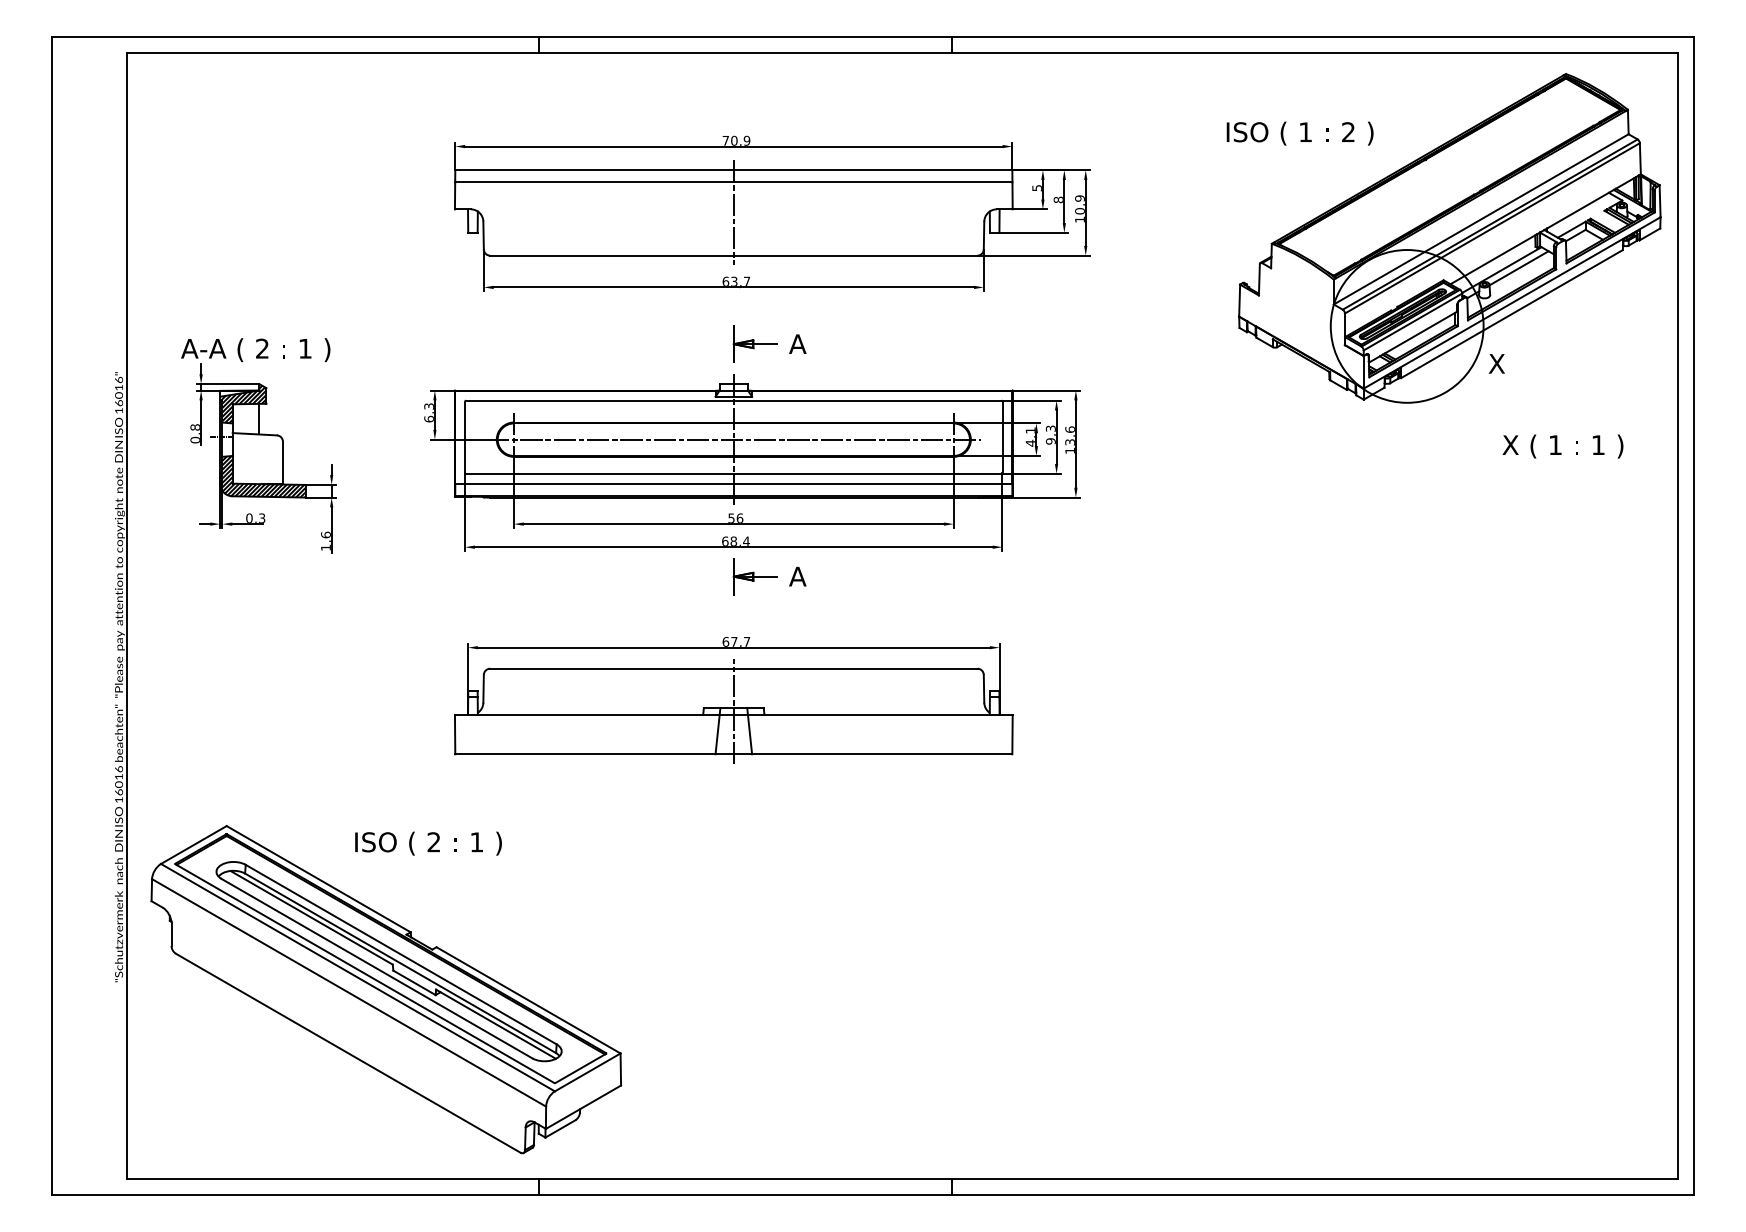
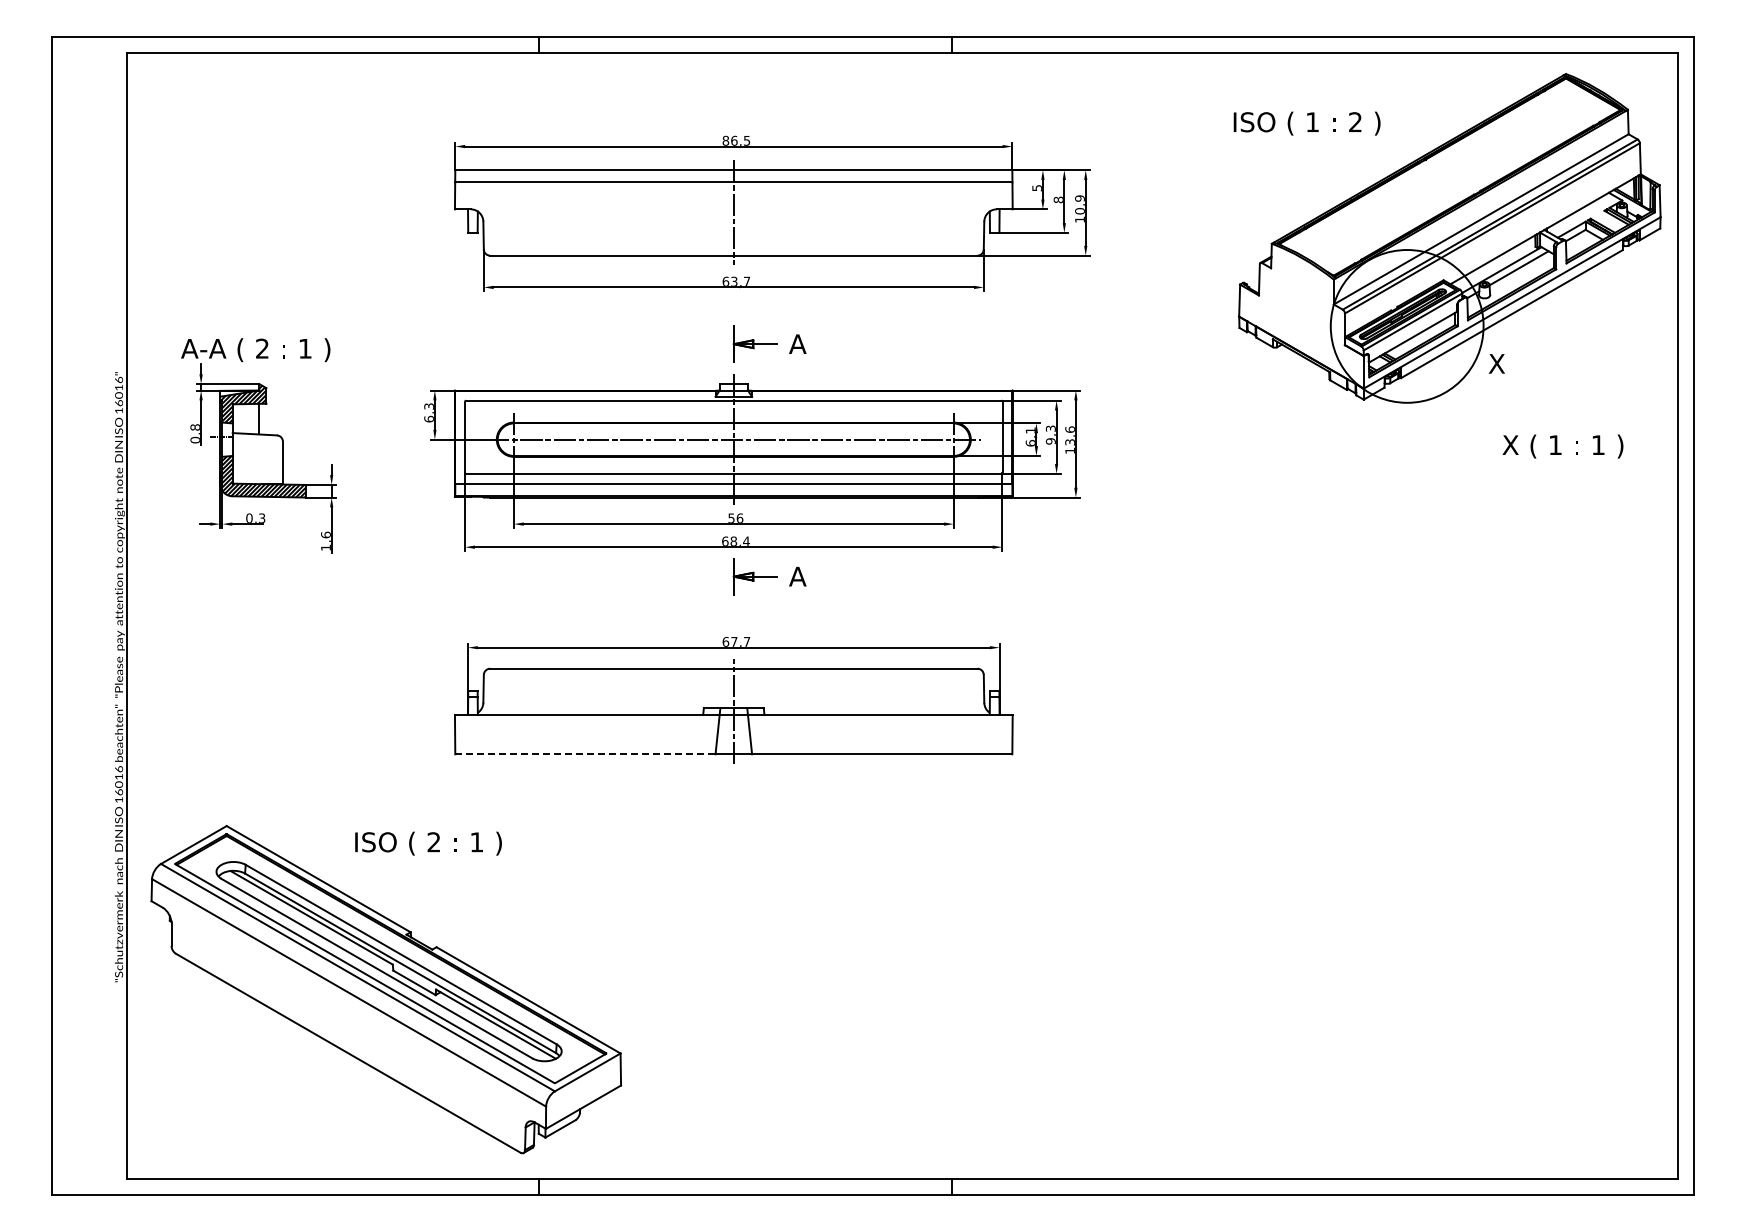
text at (1299, 133) position: (1299, 133) -> (1306, 123)
text at (736, 140): 70,9 -> 86,5
text at (1029, 443): 4,1 -> 6,1
line at (585, 754): solid -> dashed
